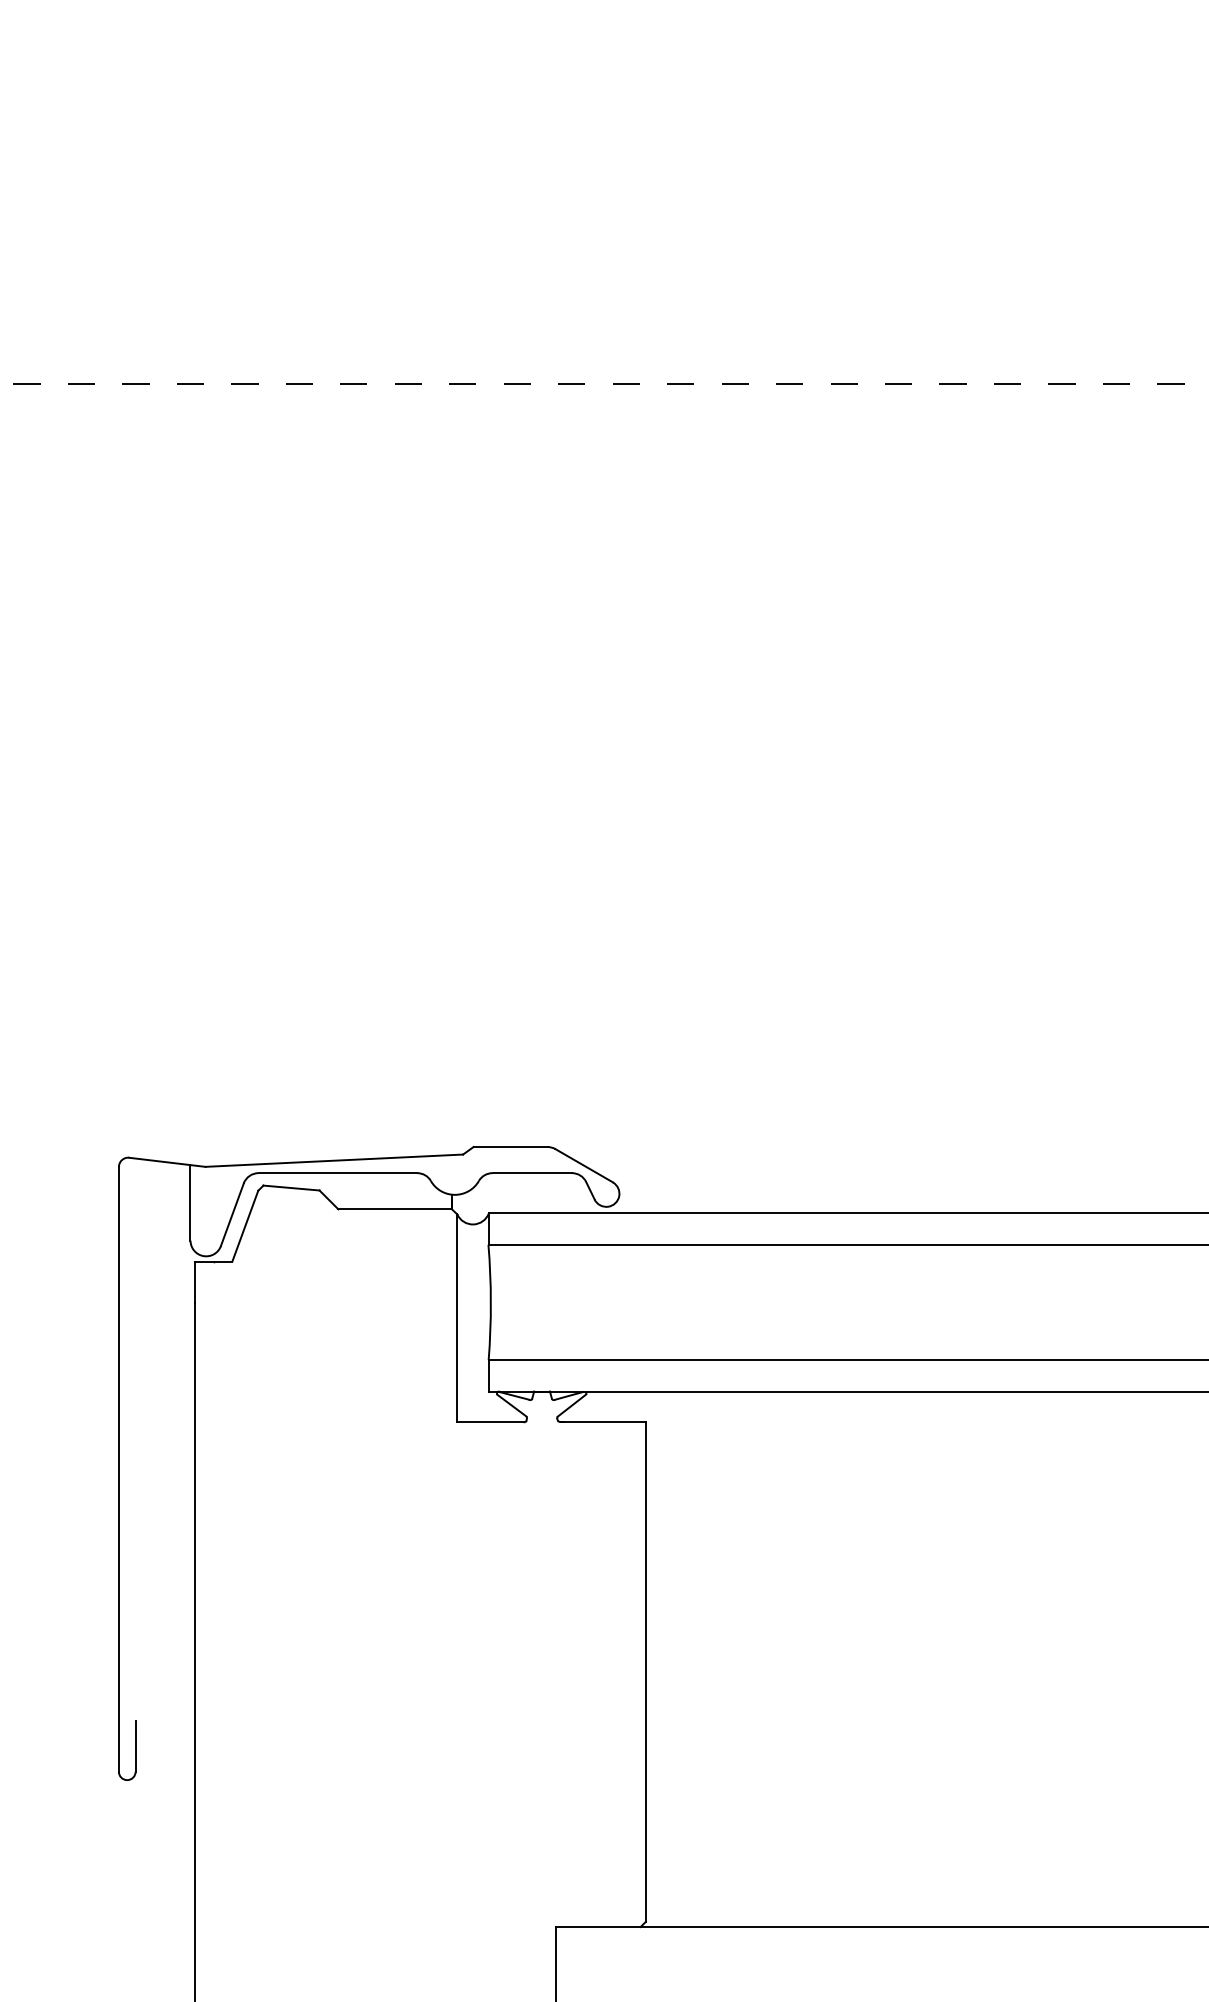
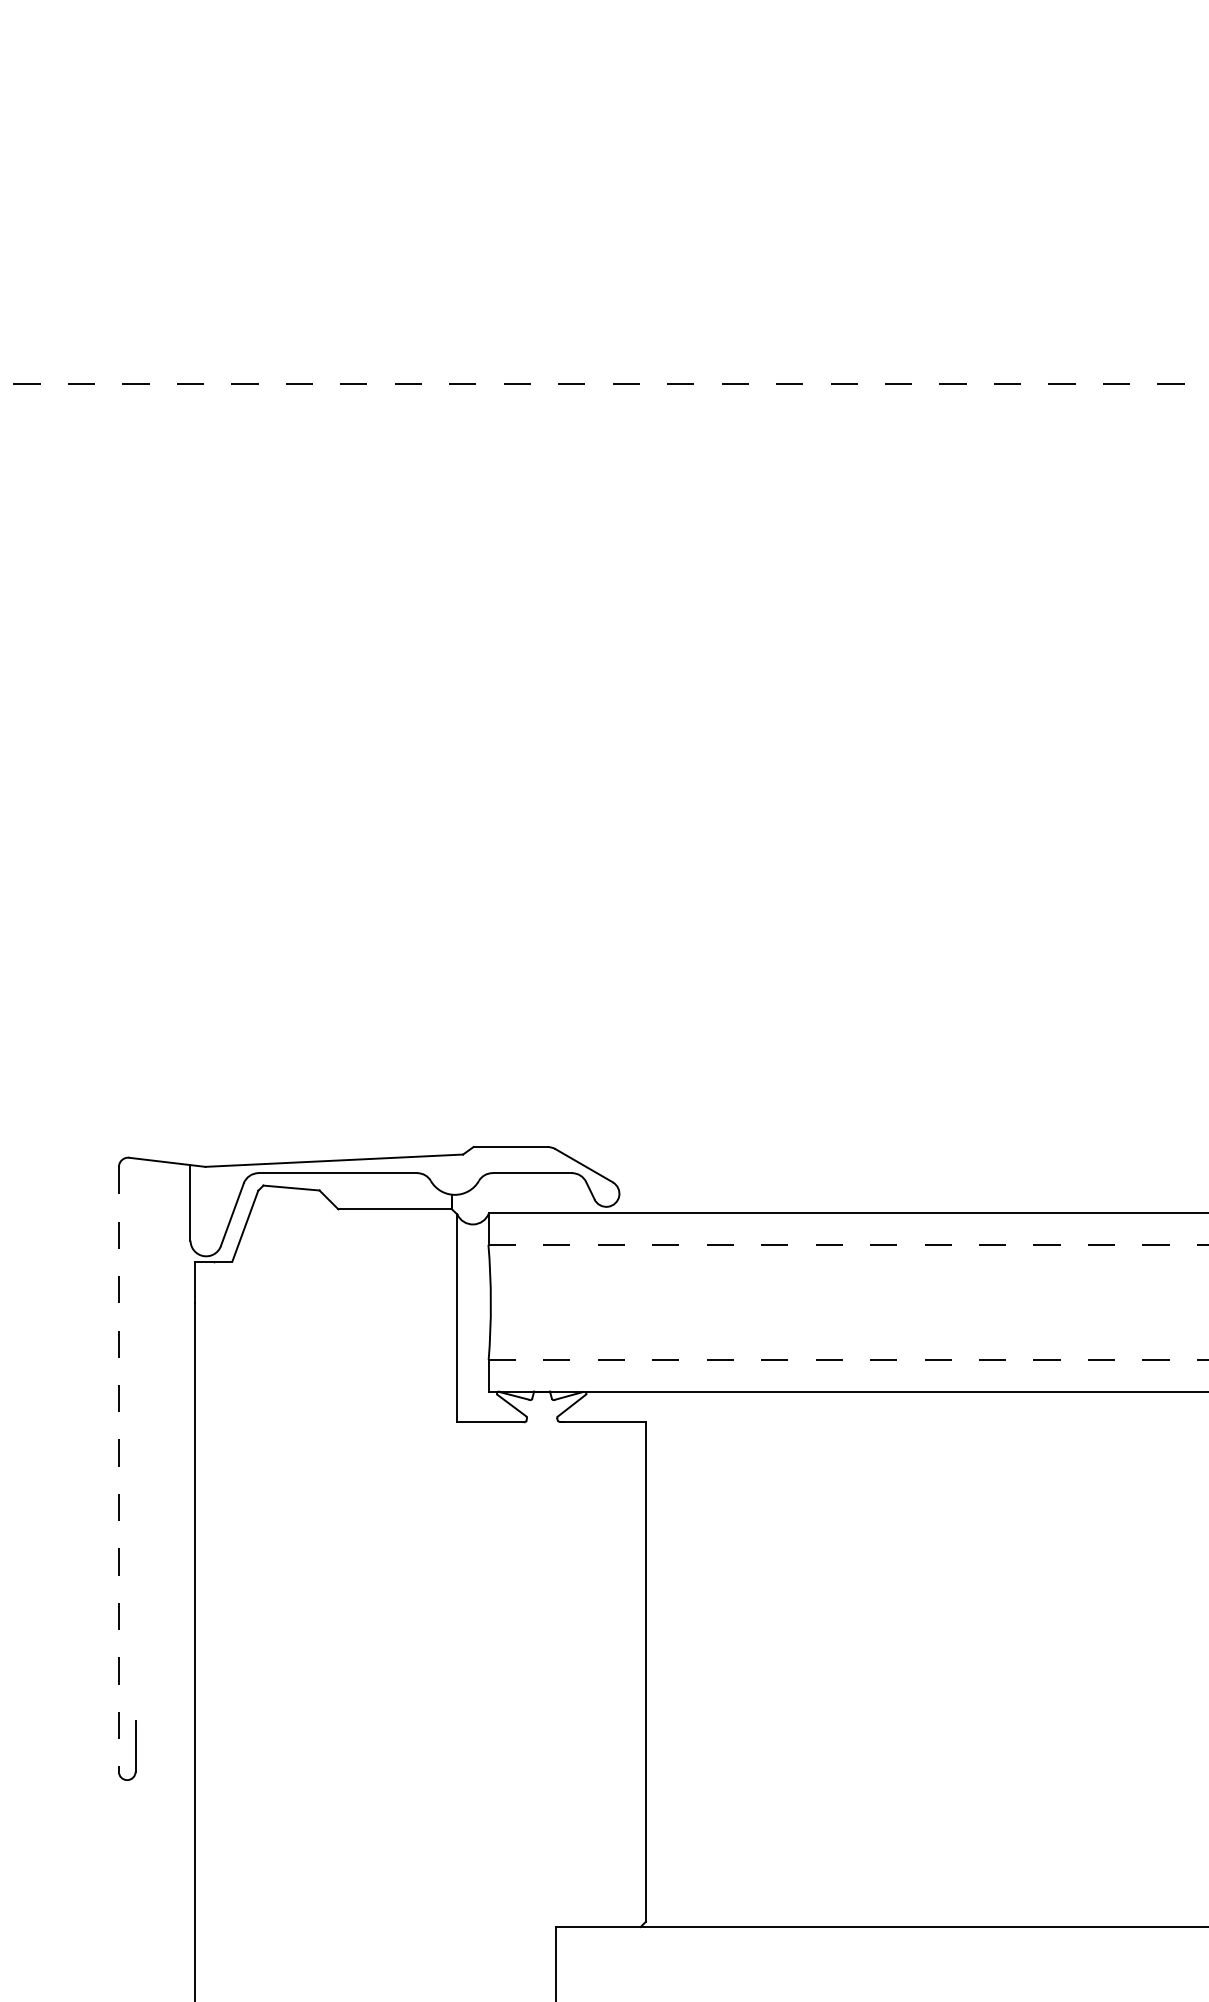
line at (848, 1244): solid -> dashed
line at (848, 1360): solid -> dashed
line at (118, 1469): solid -> dashed
